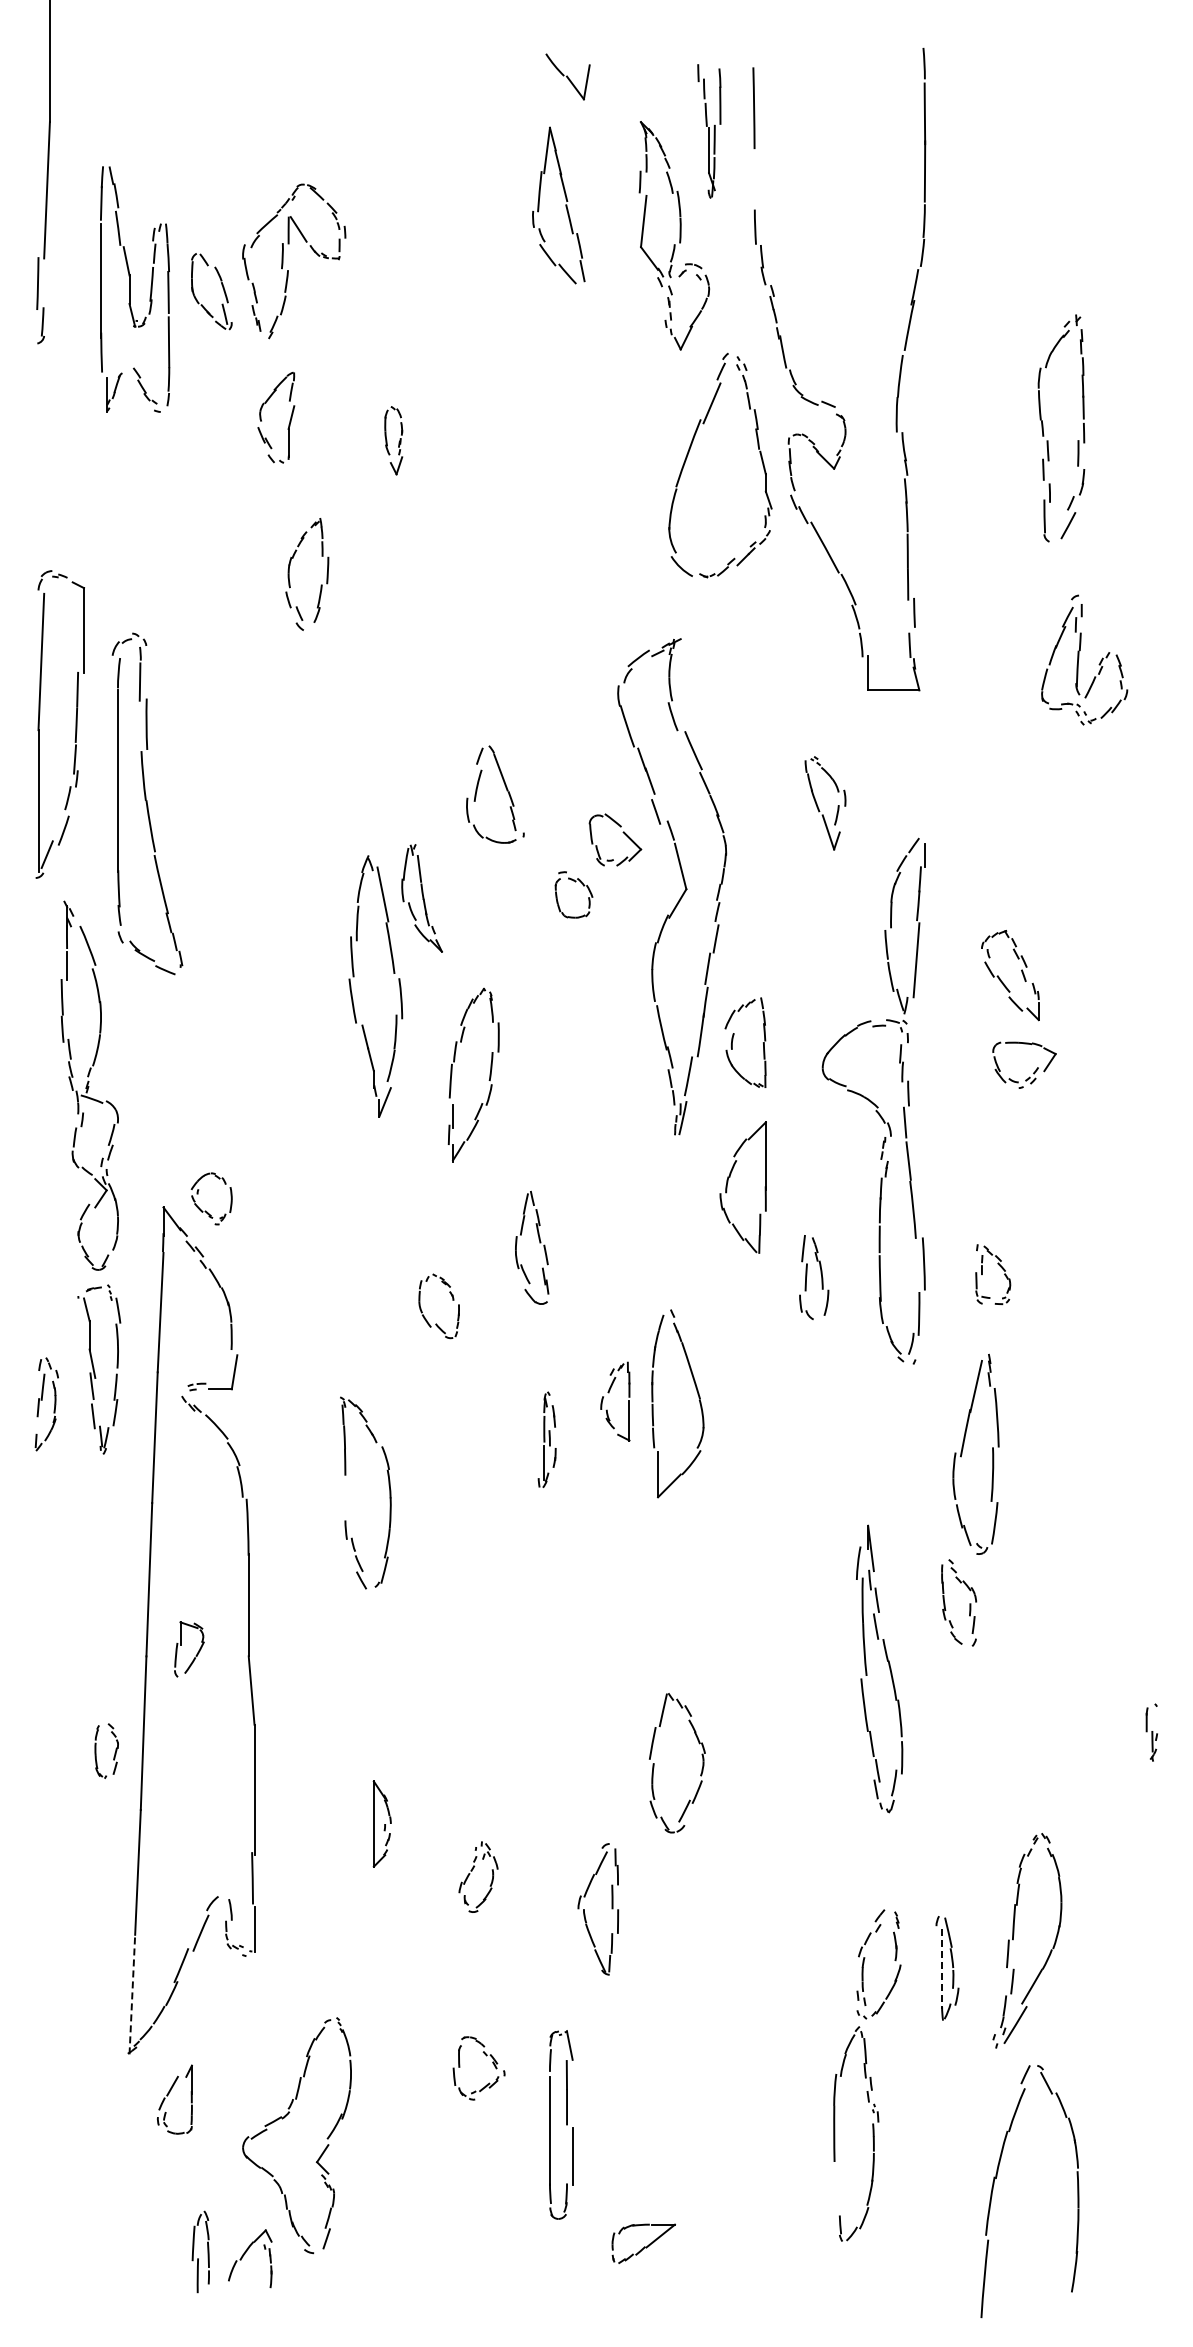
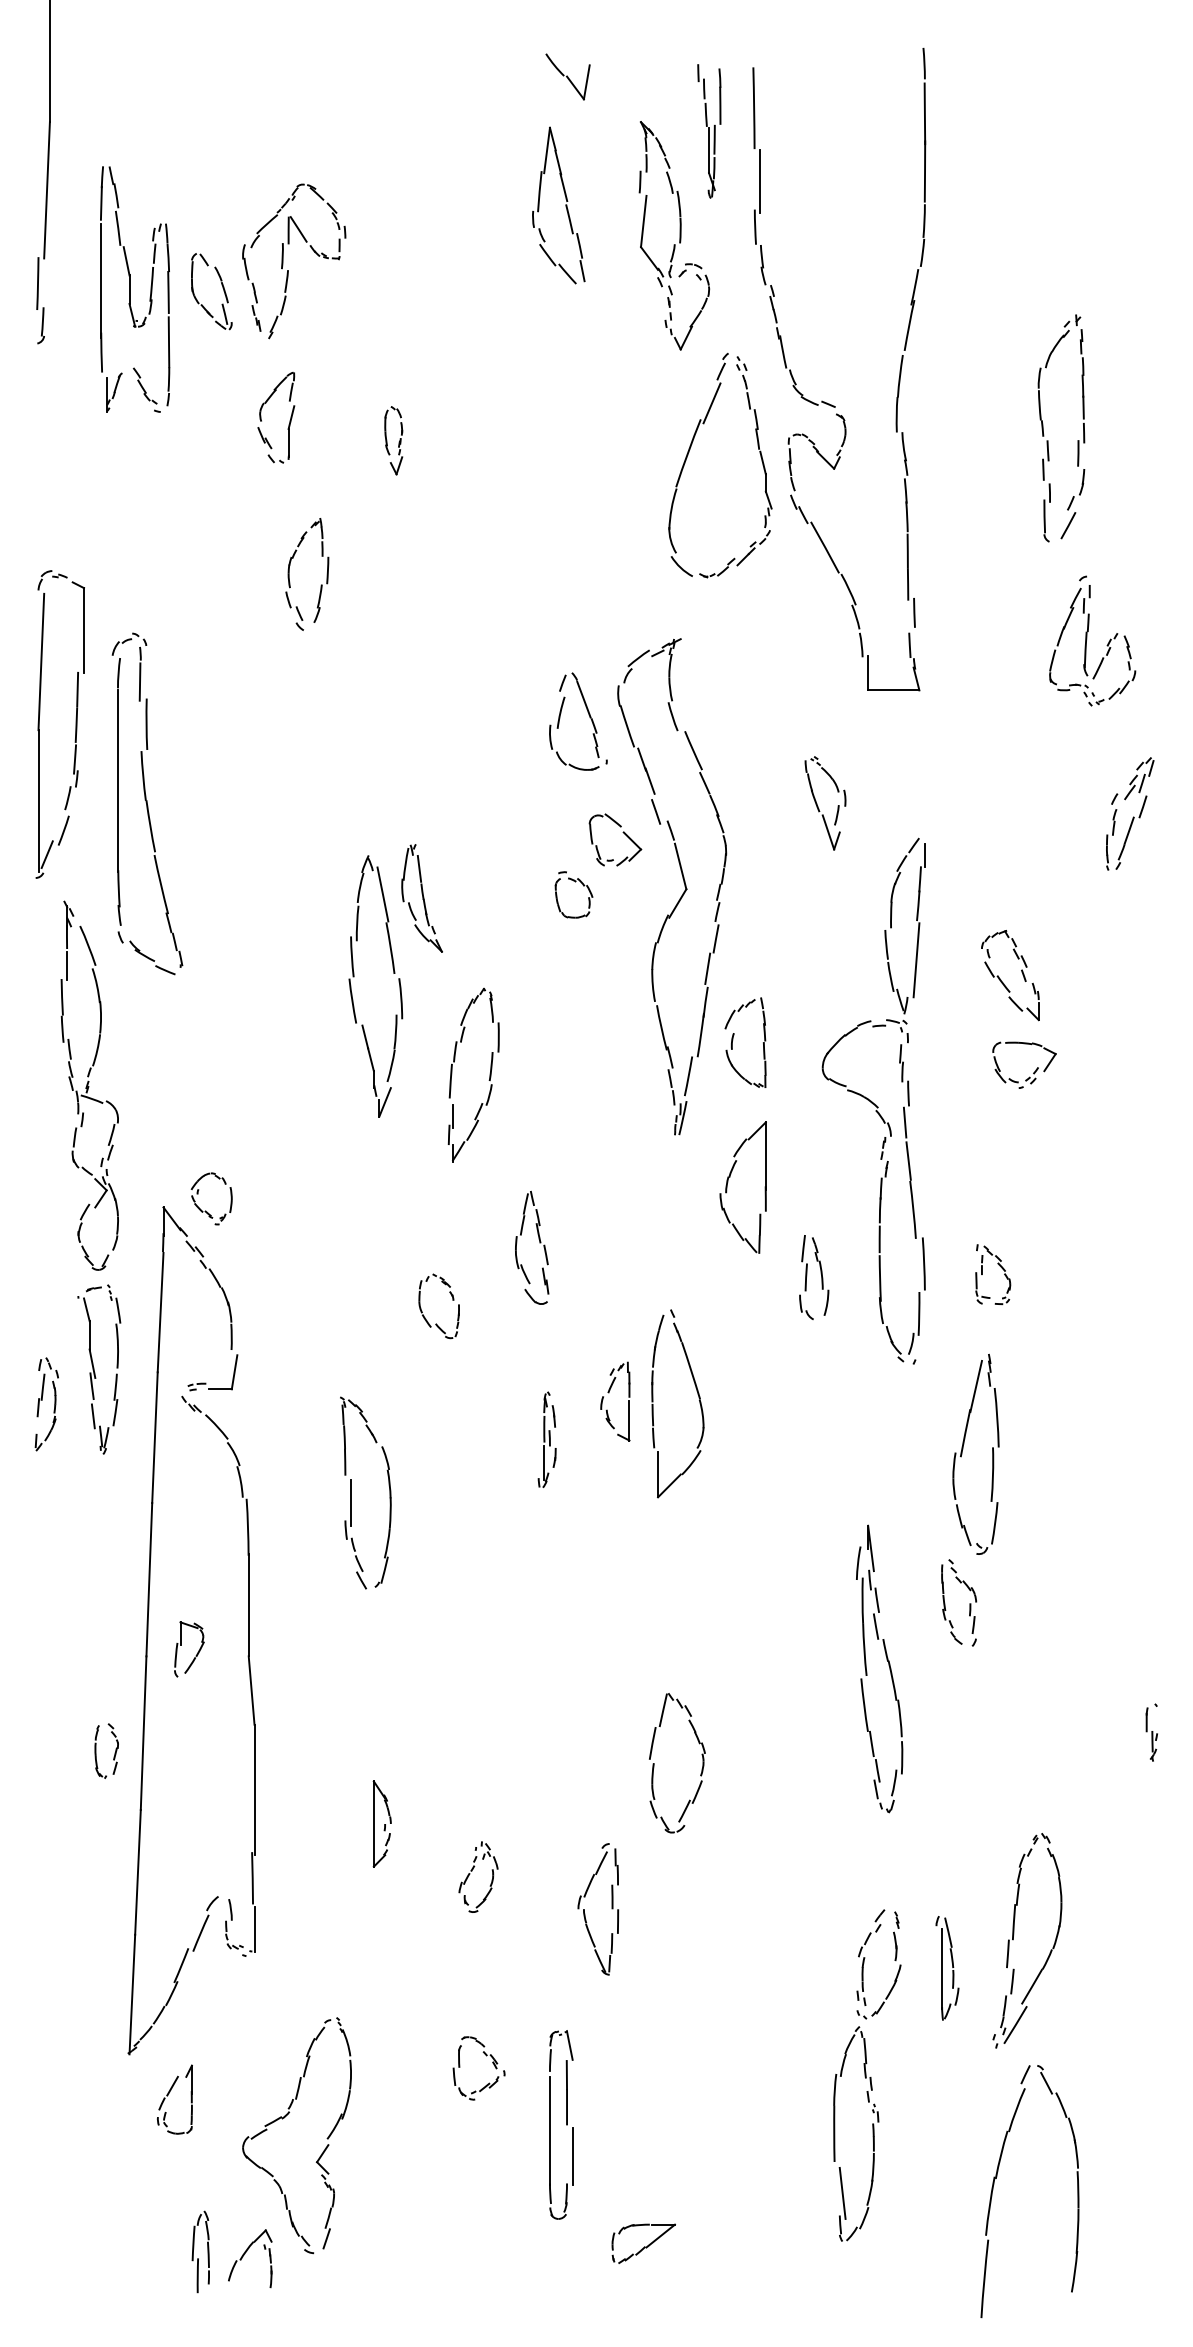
line at (760, 181): none -> present
part at (1084, 659) position: (1084, 659) -> (1092, 640)
part at (505, 788) position: (505, 788) -> (588, 715)
part at (1130, 813): none -> present
line at (351, 1502): none -> present
line at (942, 1969): dashed -> solid
line at (132, 1994): dashed -> solid
line at (842, 2192): none -> present
